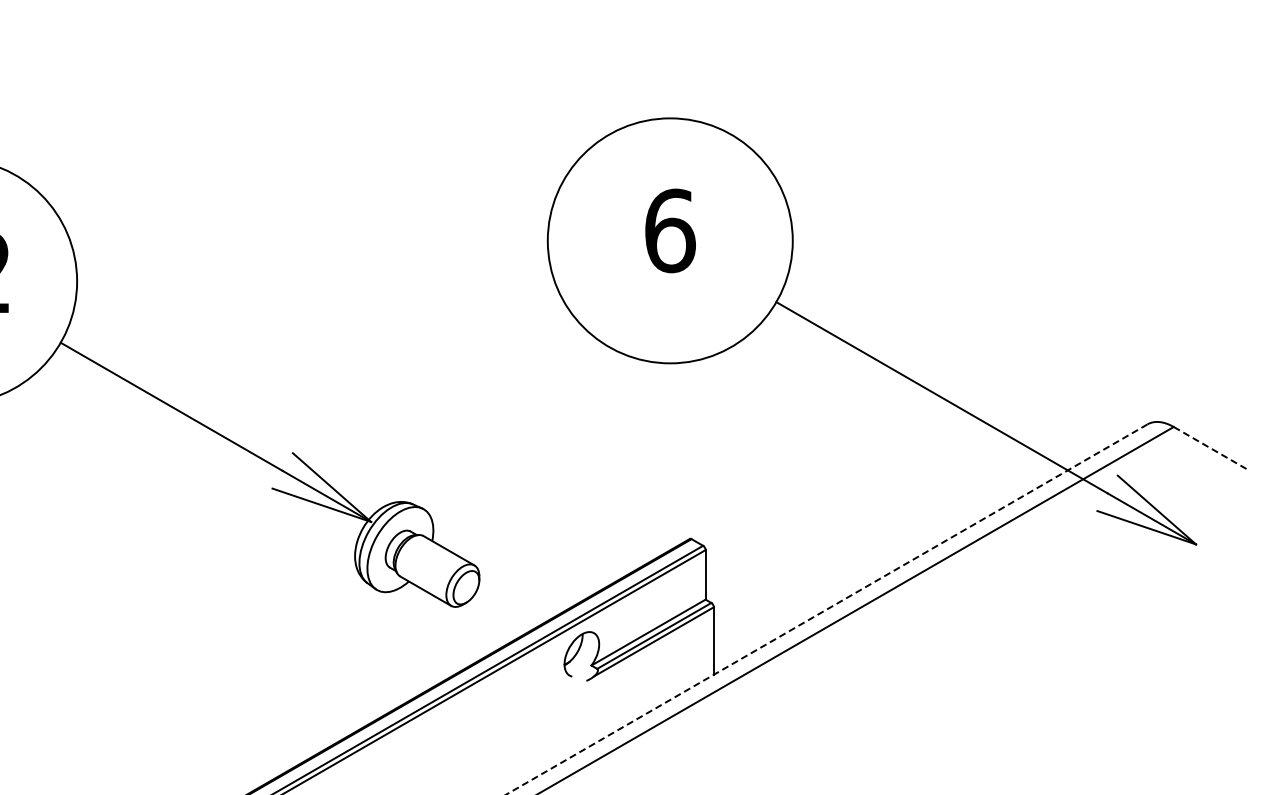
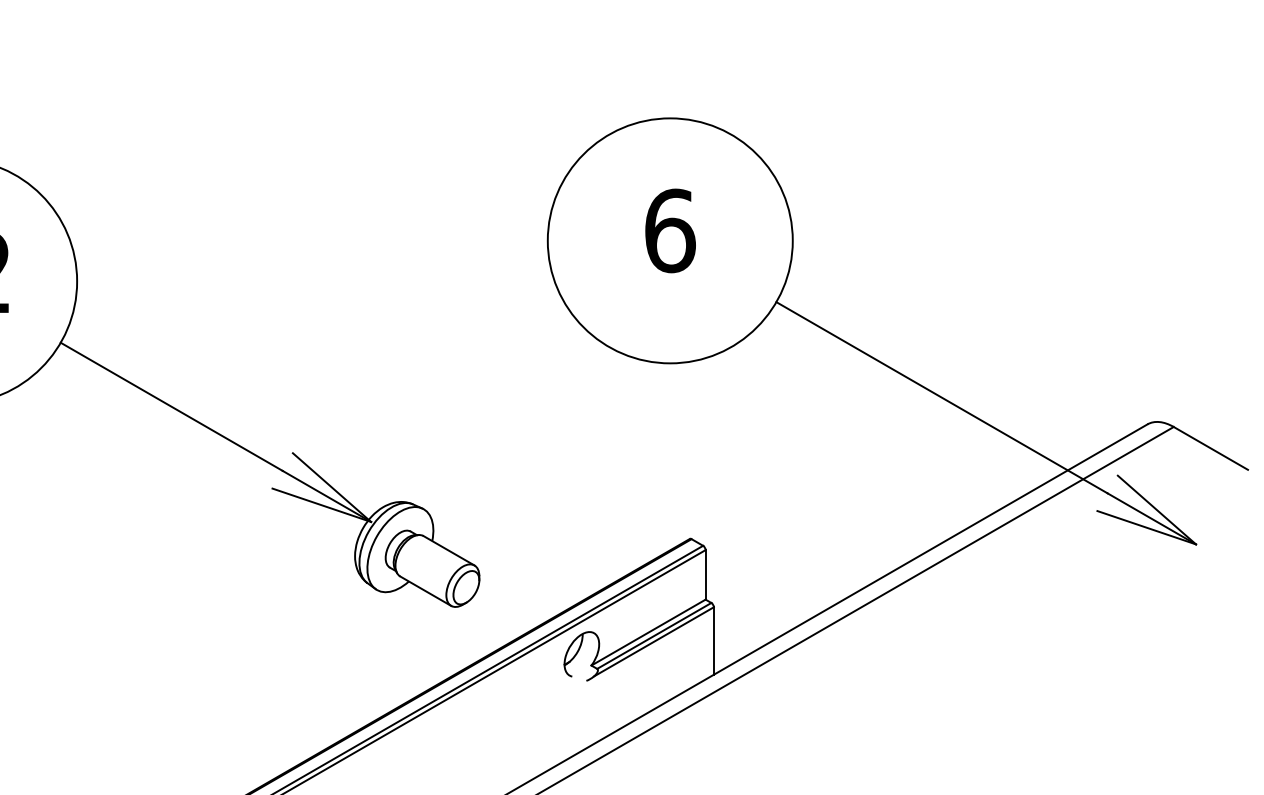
line at (1210, 448): dashed -> solid
line at (826, 609): dashed -> solid
